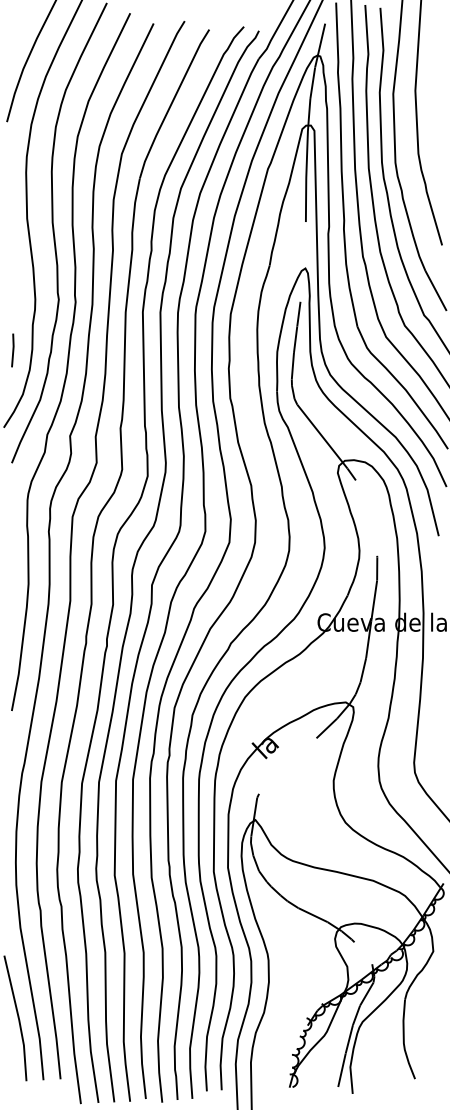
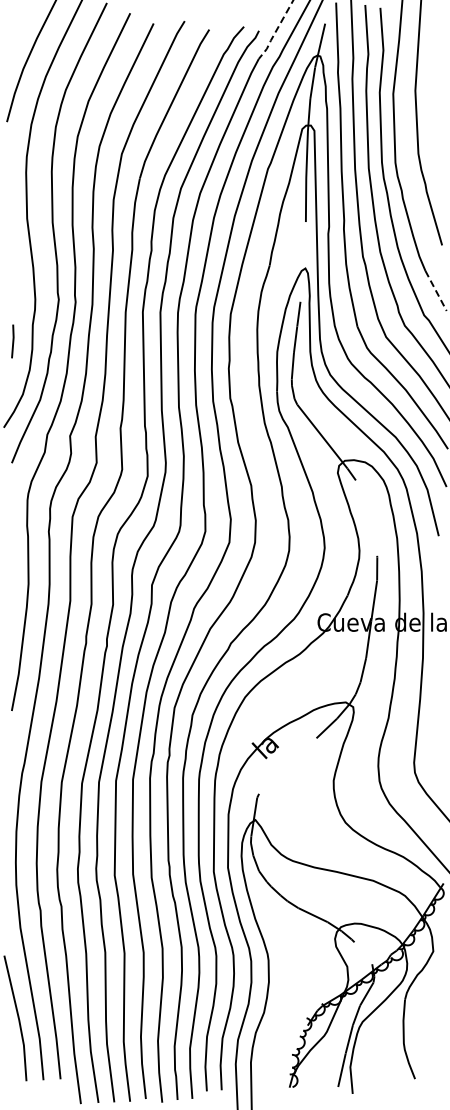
line at (275, 31): solid -> dashed
line at (436, 290): solid -> dashed
line at (12, 350) position: (12, 350) -> (12, 341)
